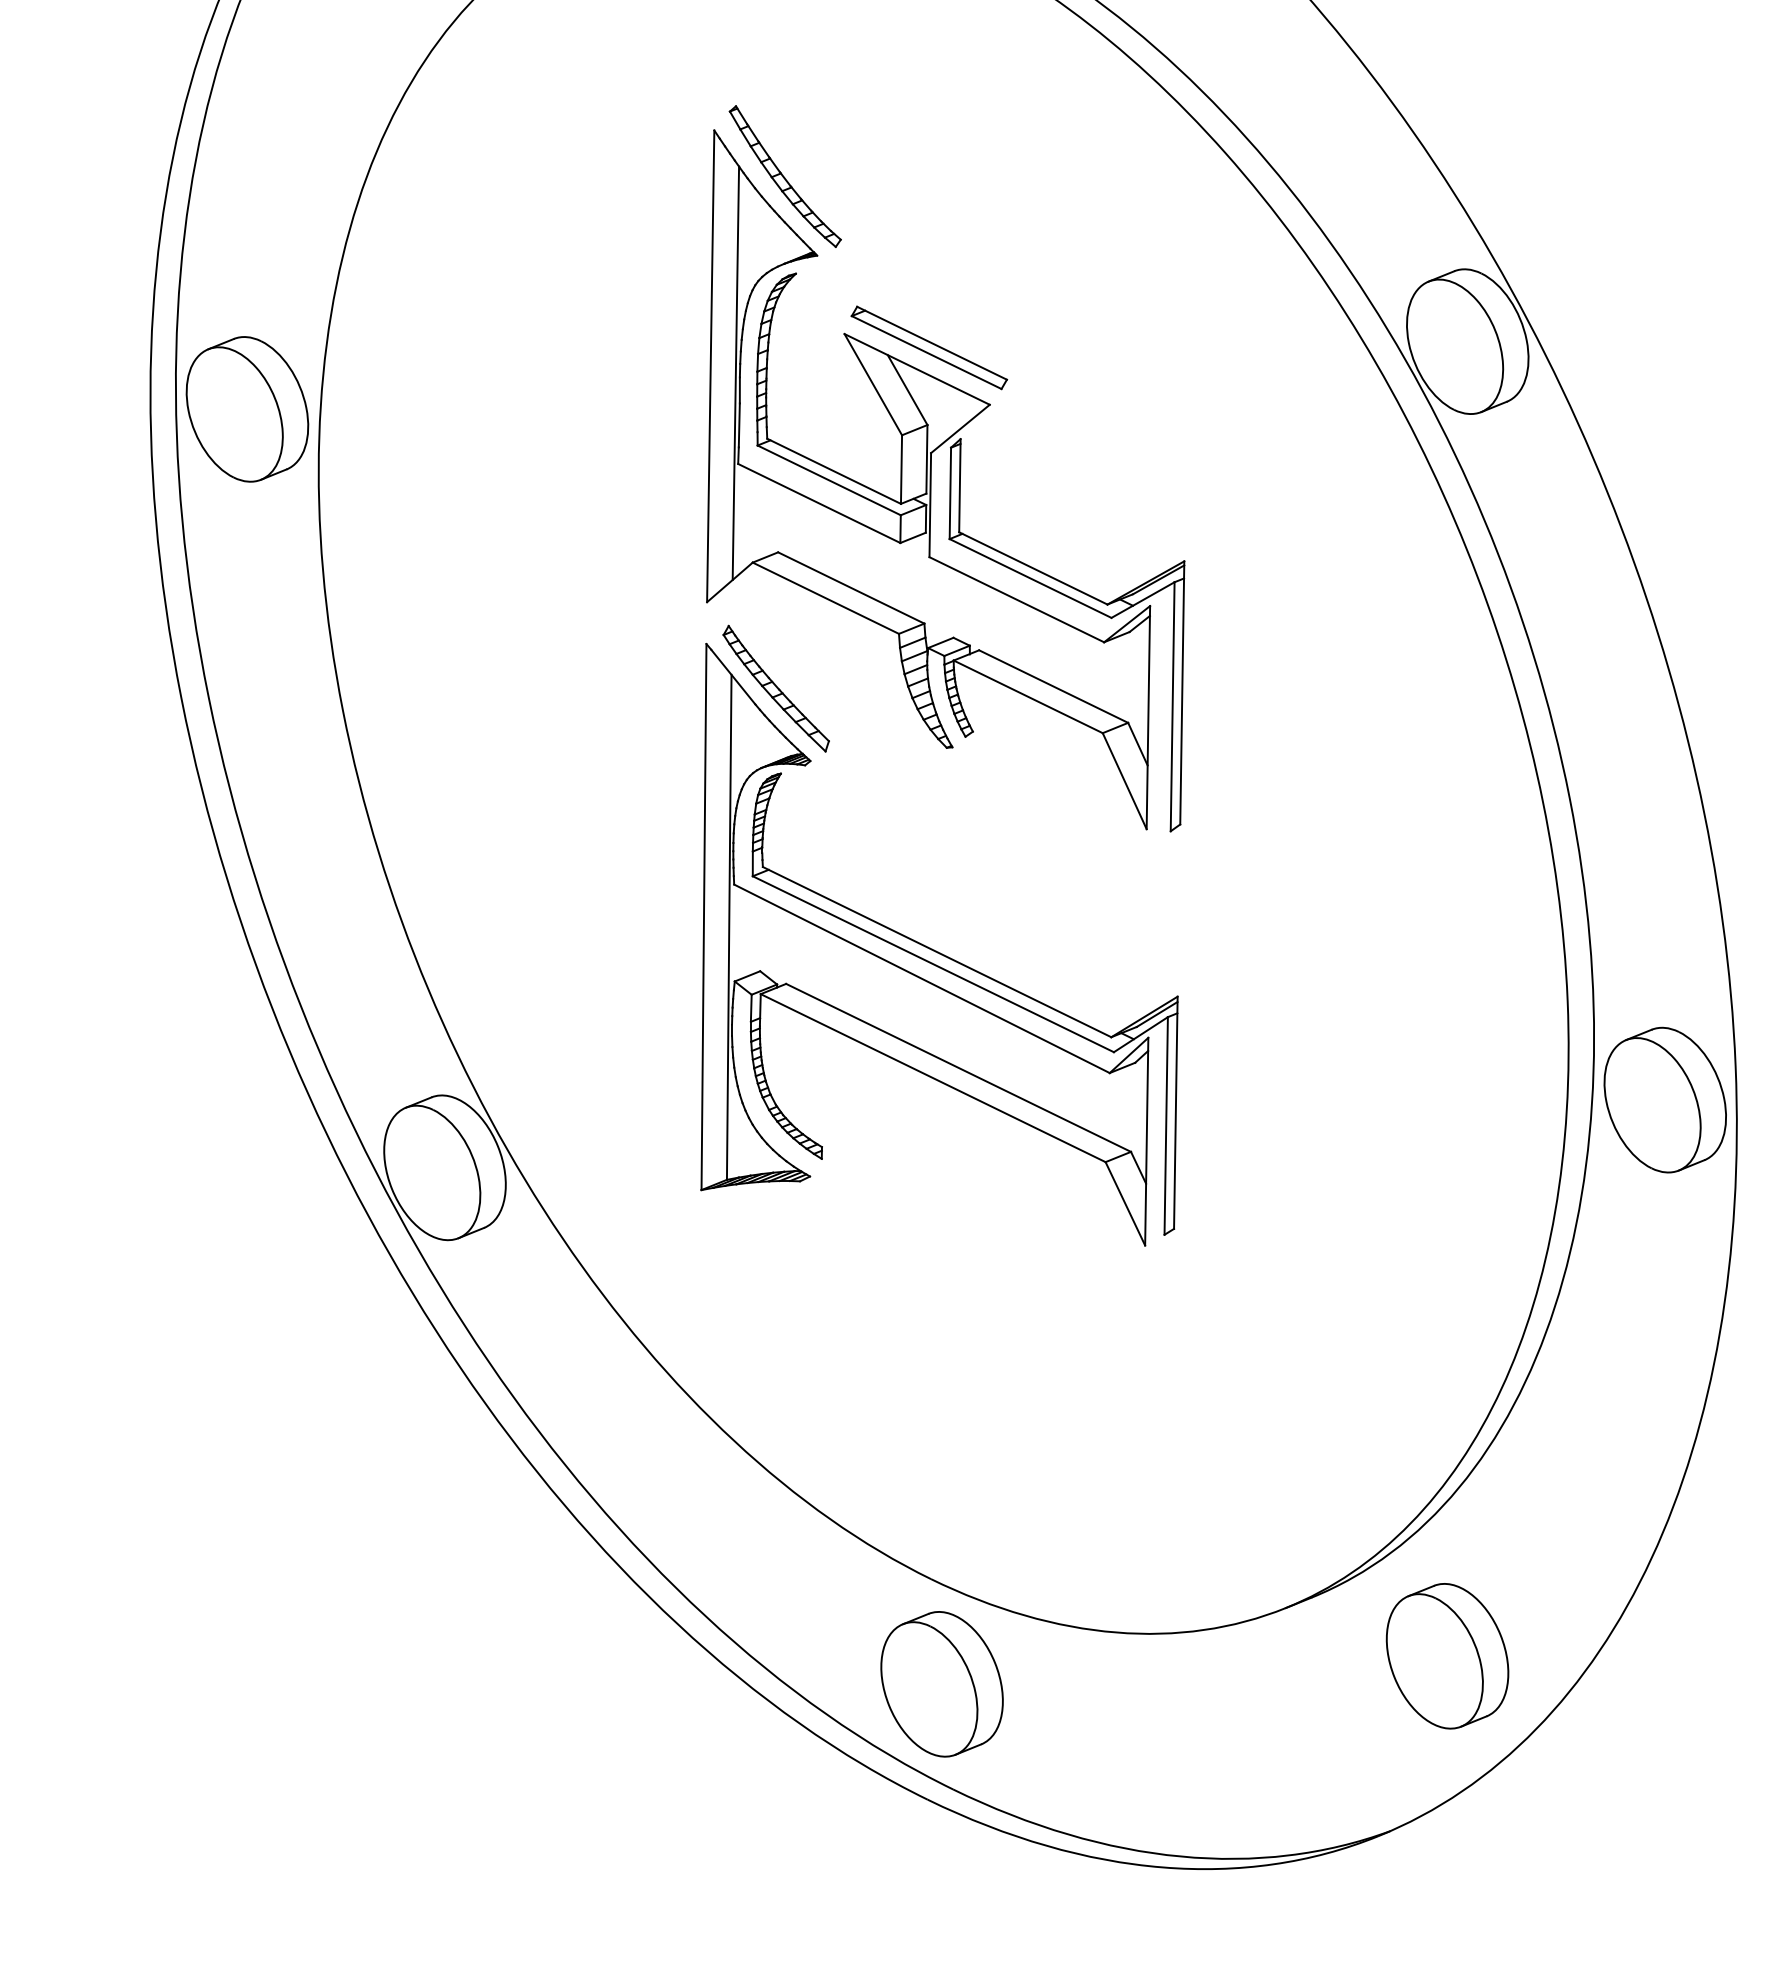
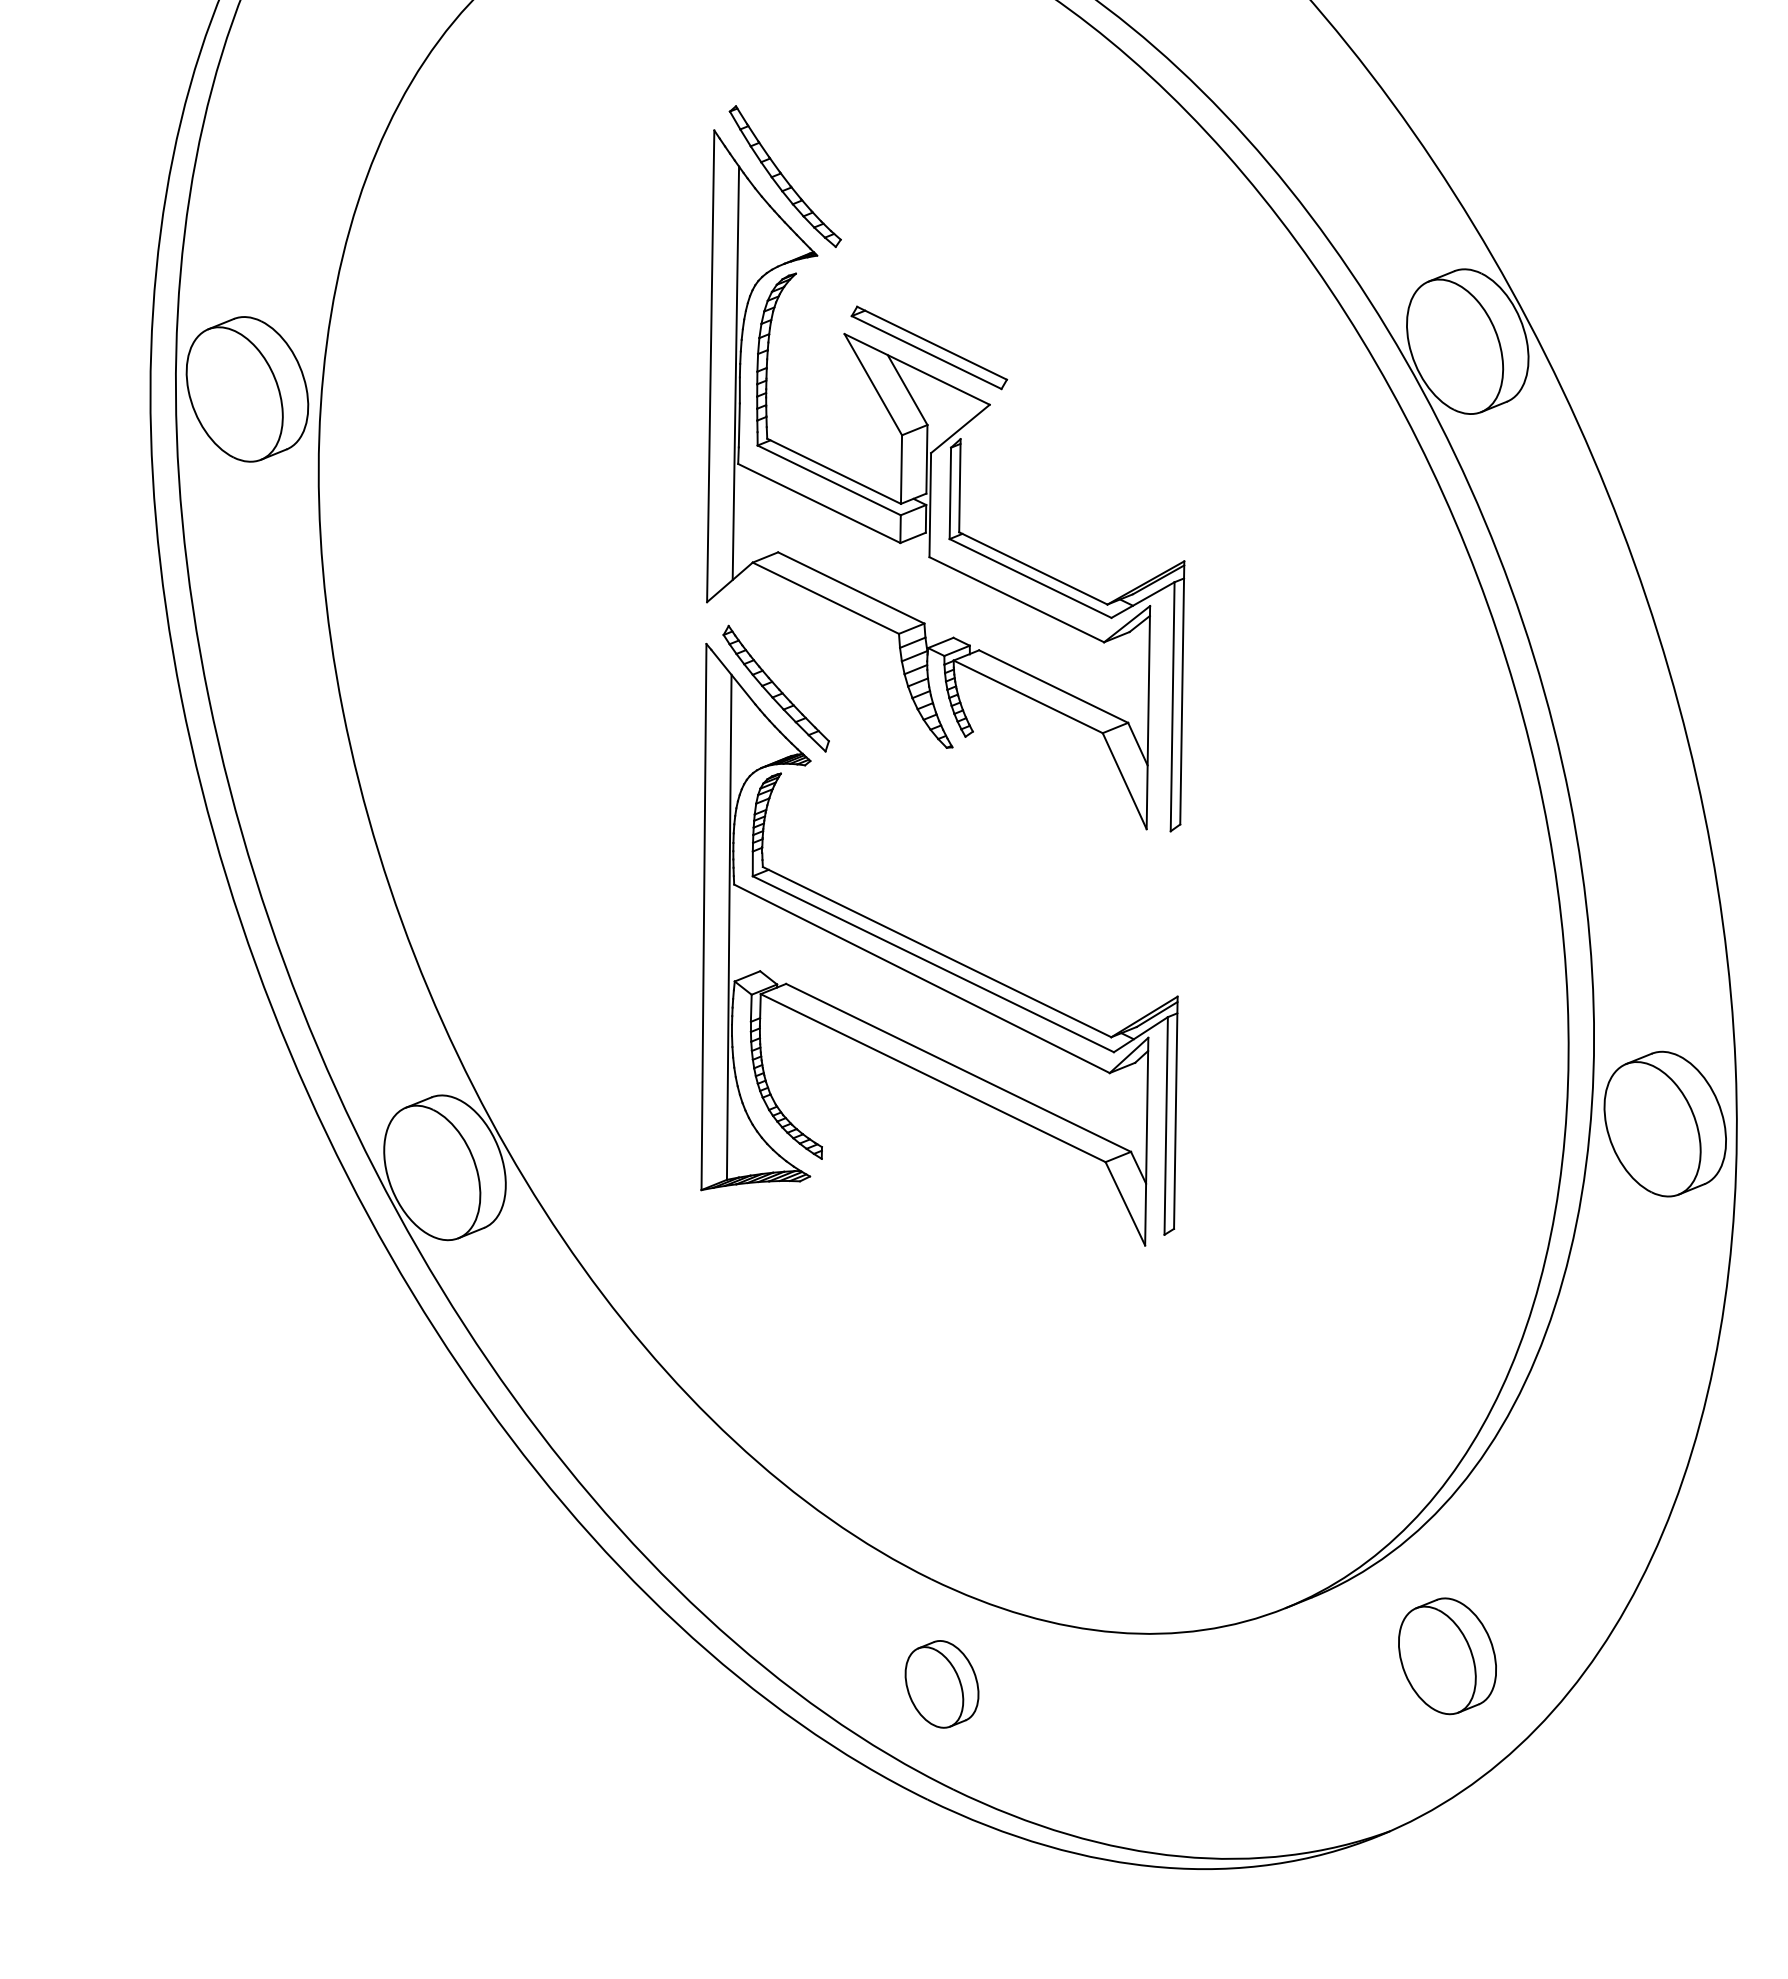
part at (247, 409) position: (247, 409) -> (247, 389)
part at (1664, 1099) position: (1664, 1099) -> (1664, 1123)
part at (1447, 1656) size: 125x147 px -> 99x119 px
part at (941, 1684) size: 124x147 px -> 76x89 px
